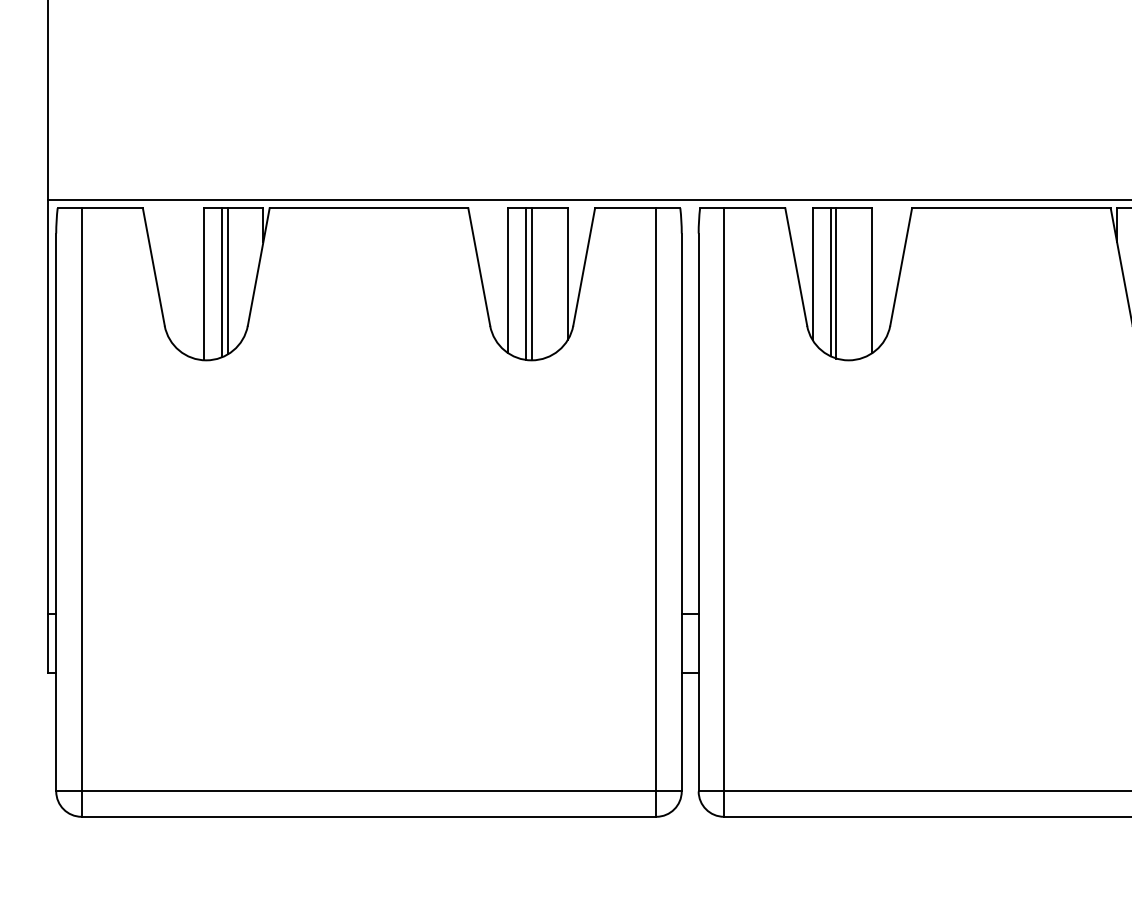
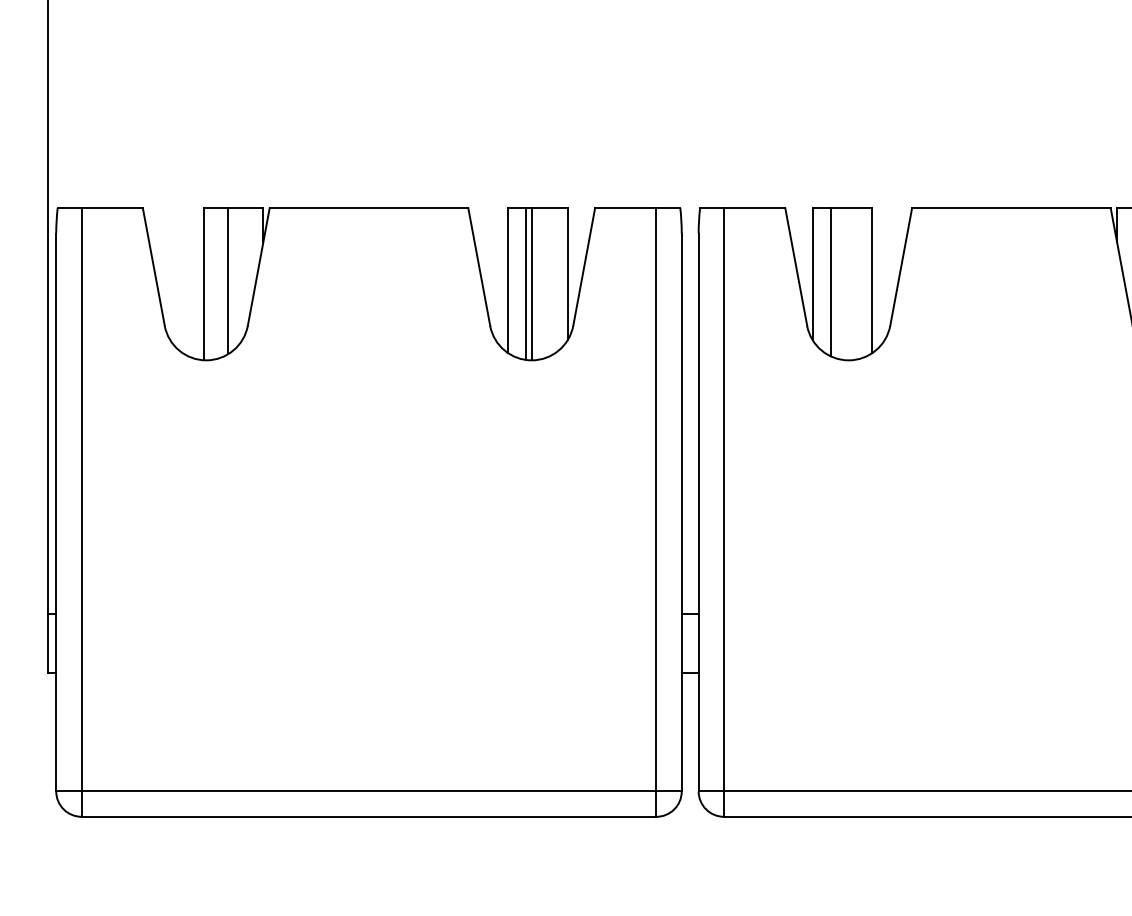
line at (587, 199): present -> none
line at (221, 282): present -> none
line at (836, 283): present -> none
